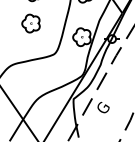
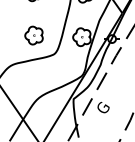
part at (30, 23) position: (30, 23) -> (33, 35)
